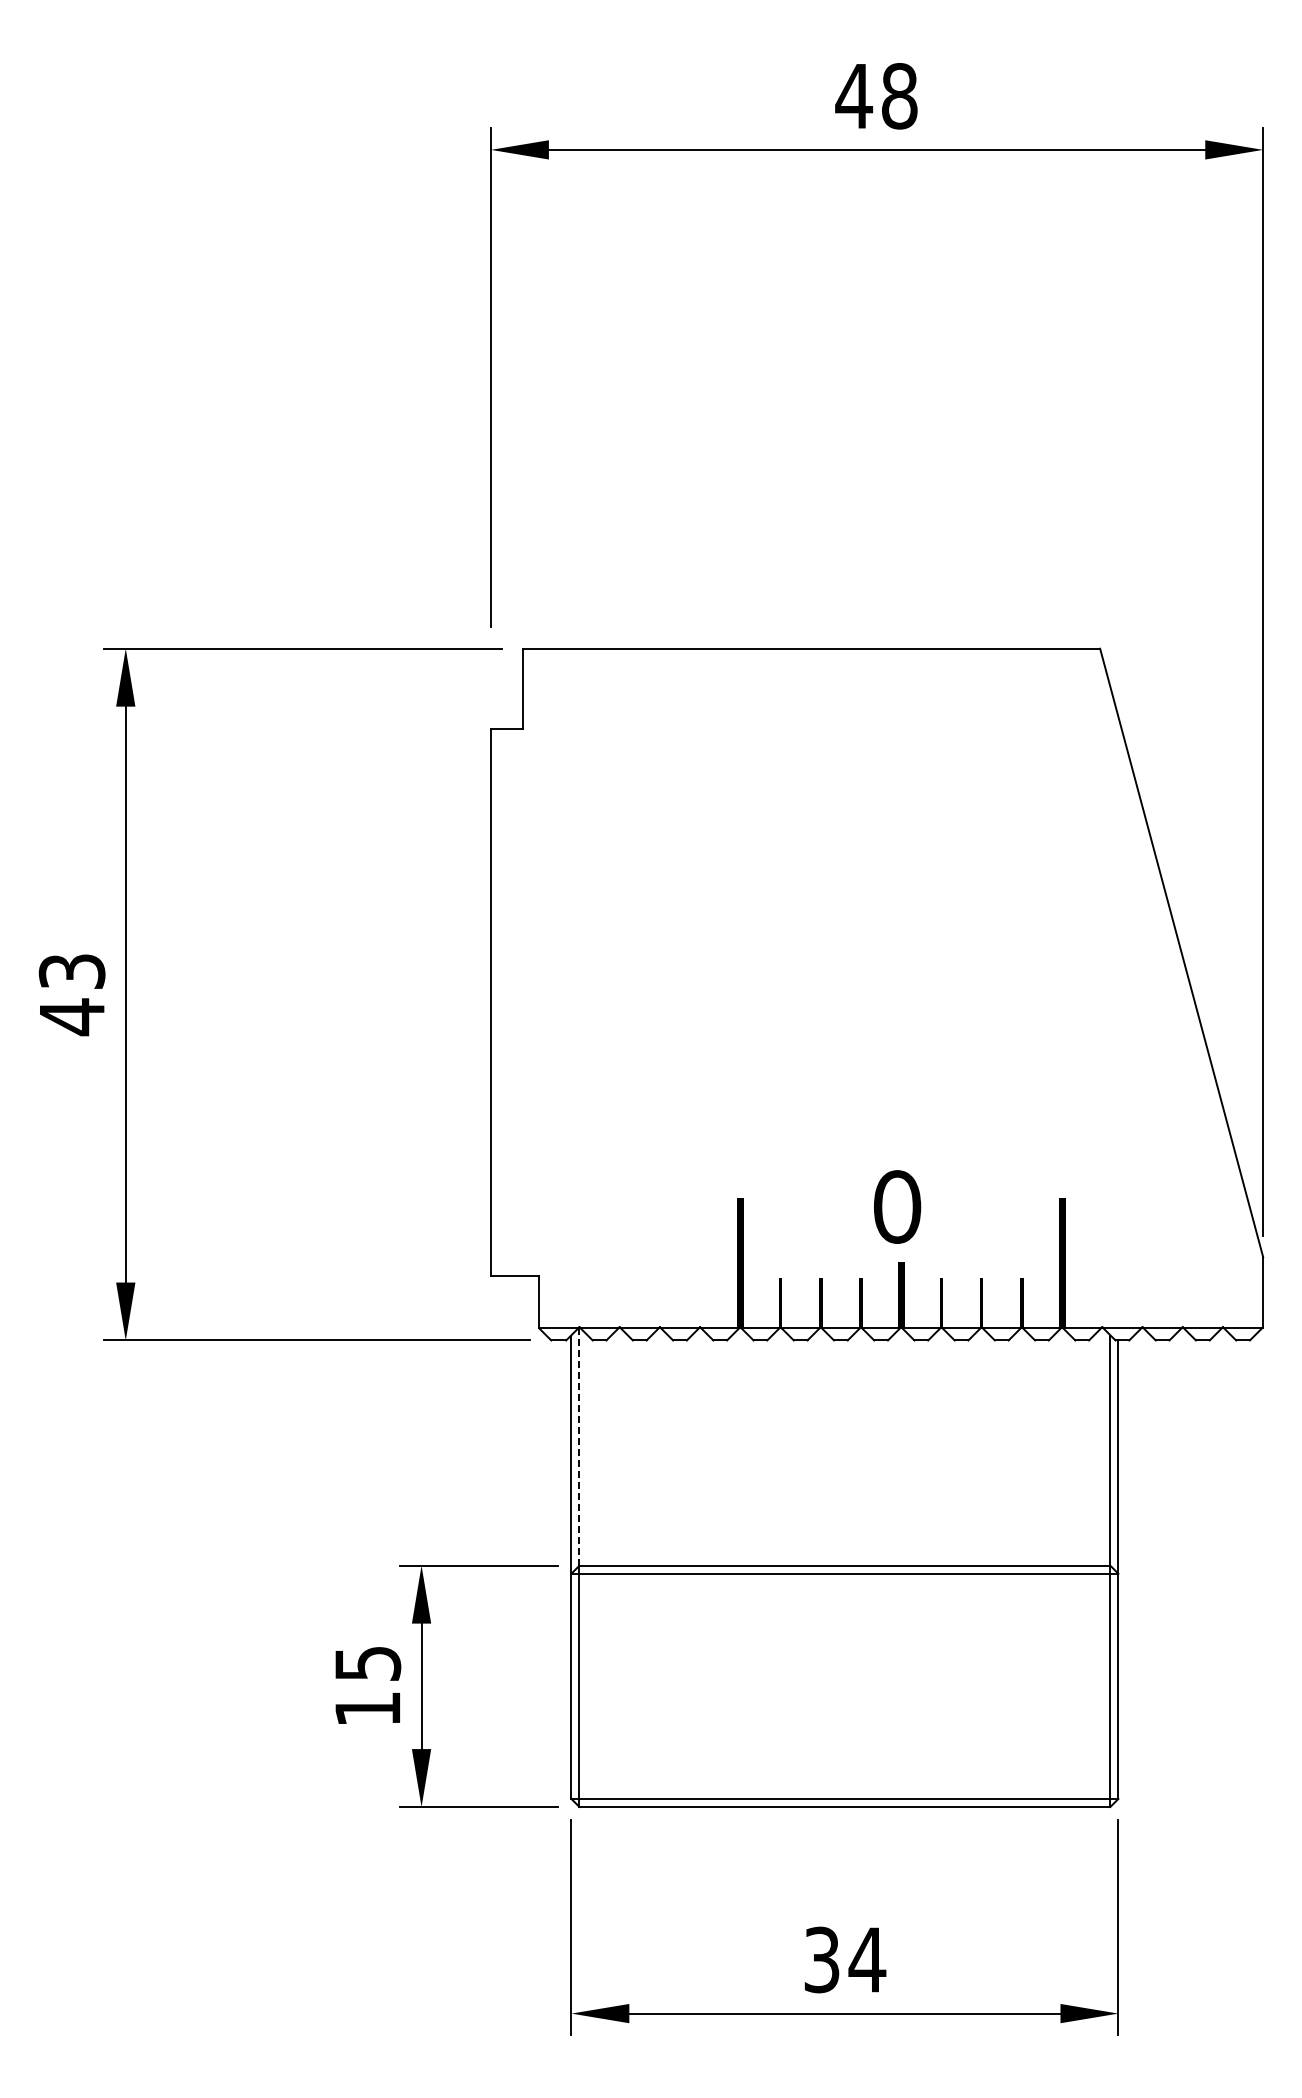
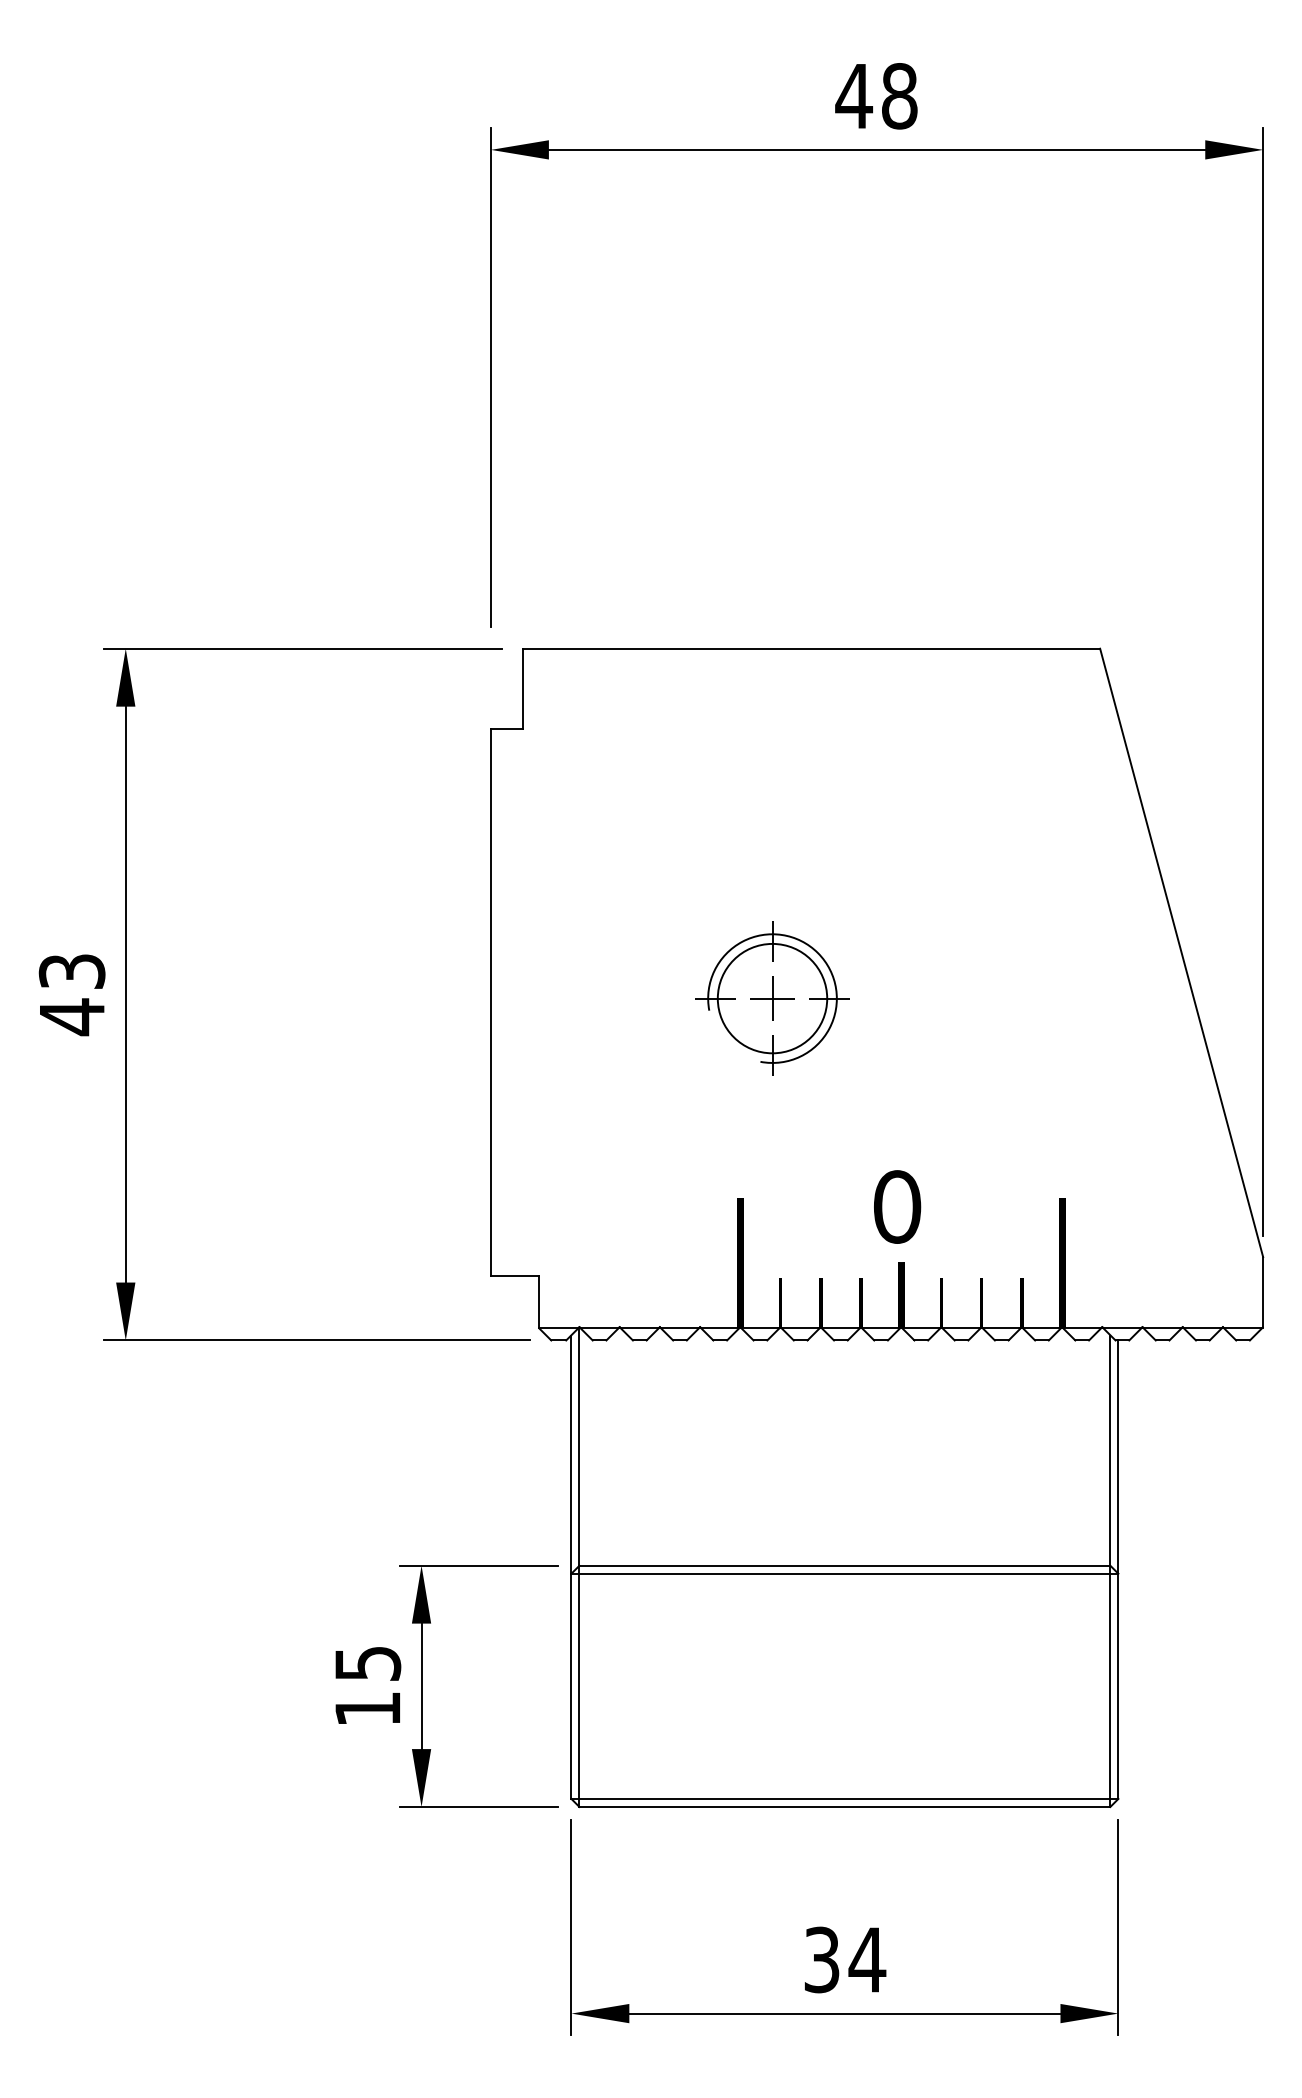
part at (772, 998): none -> present
line at (579, 1447): dashed -> solid
